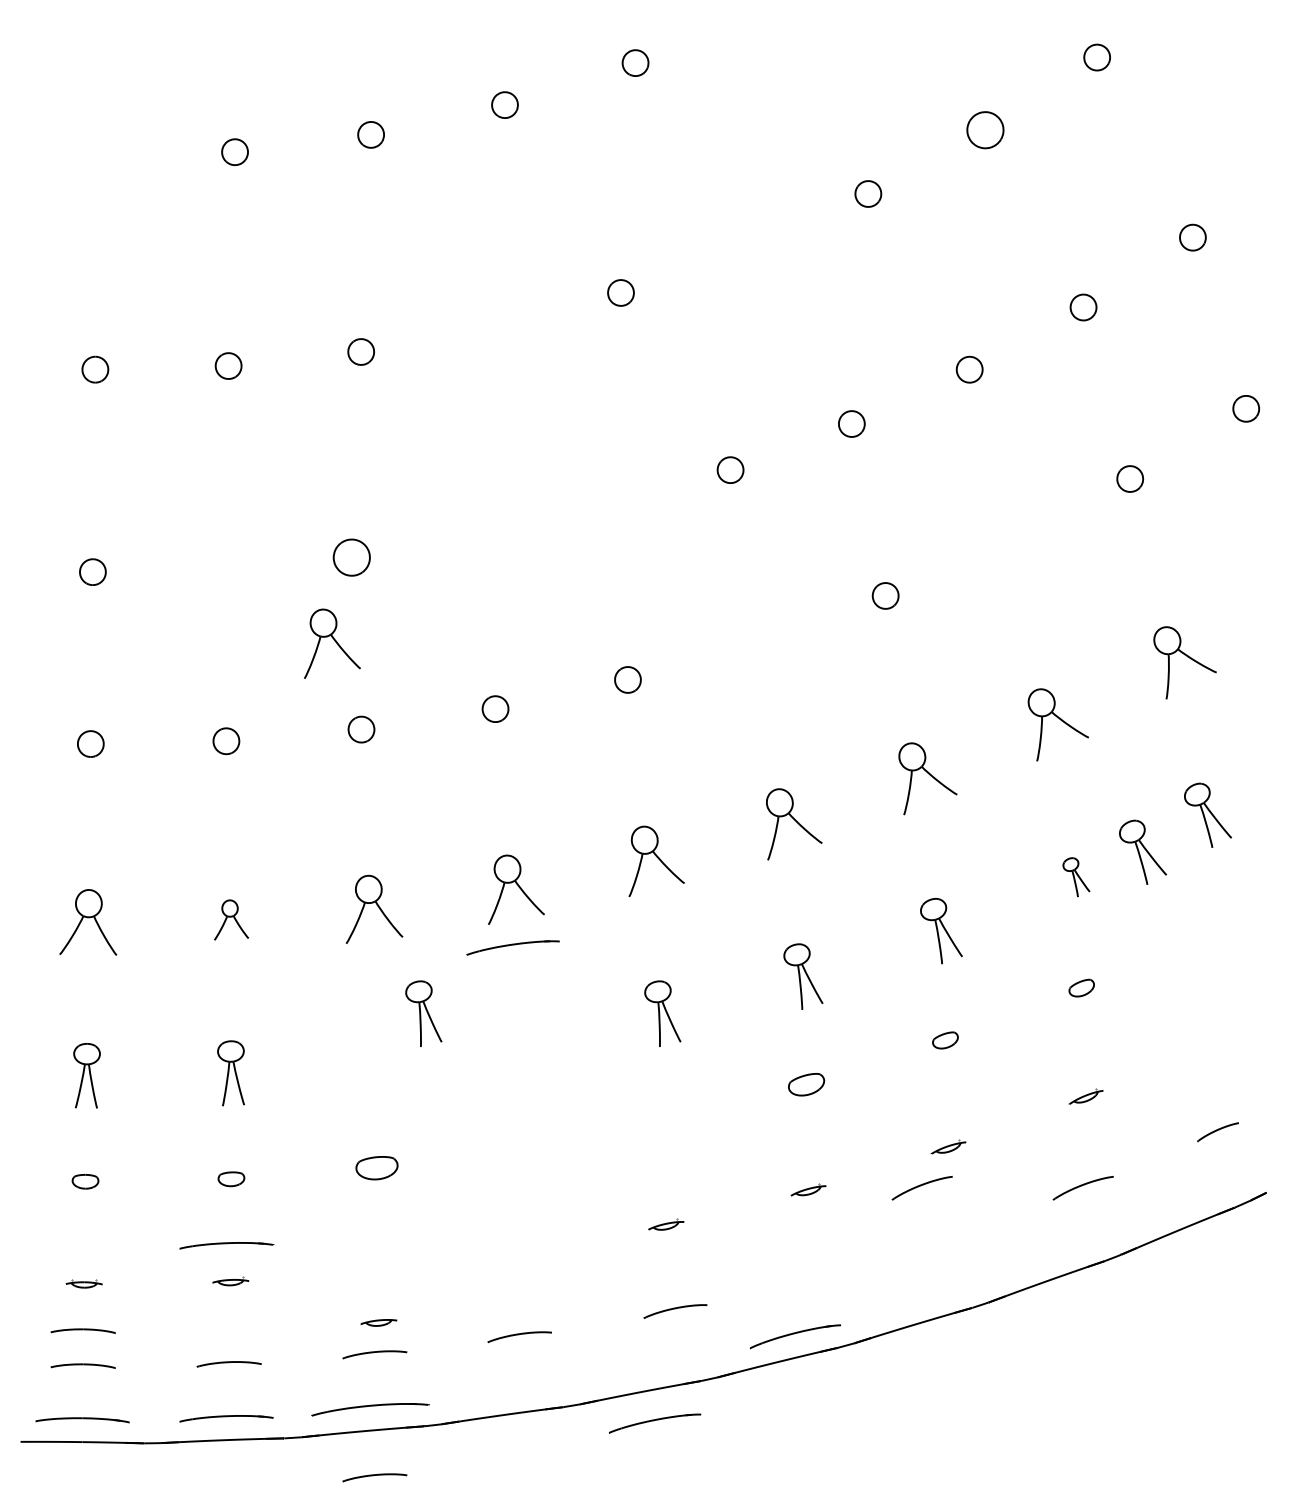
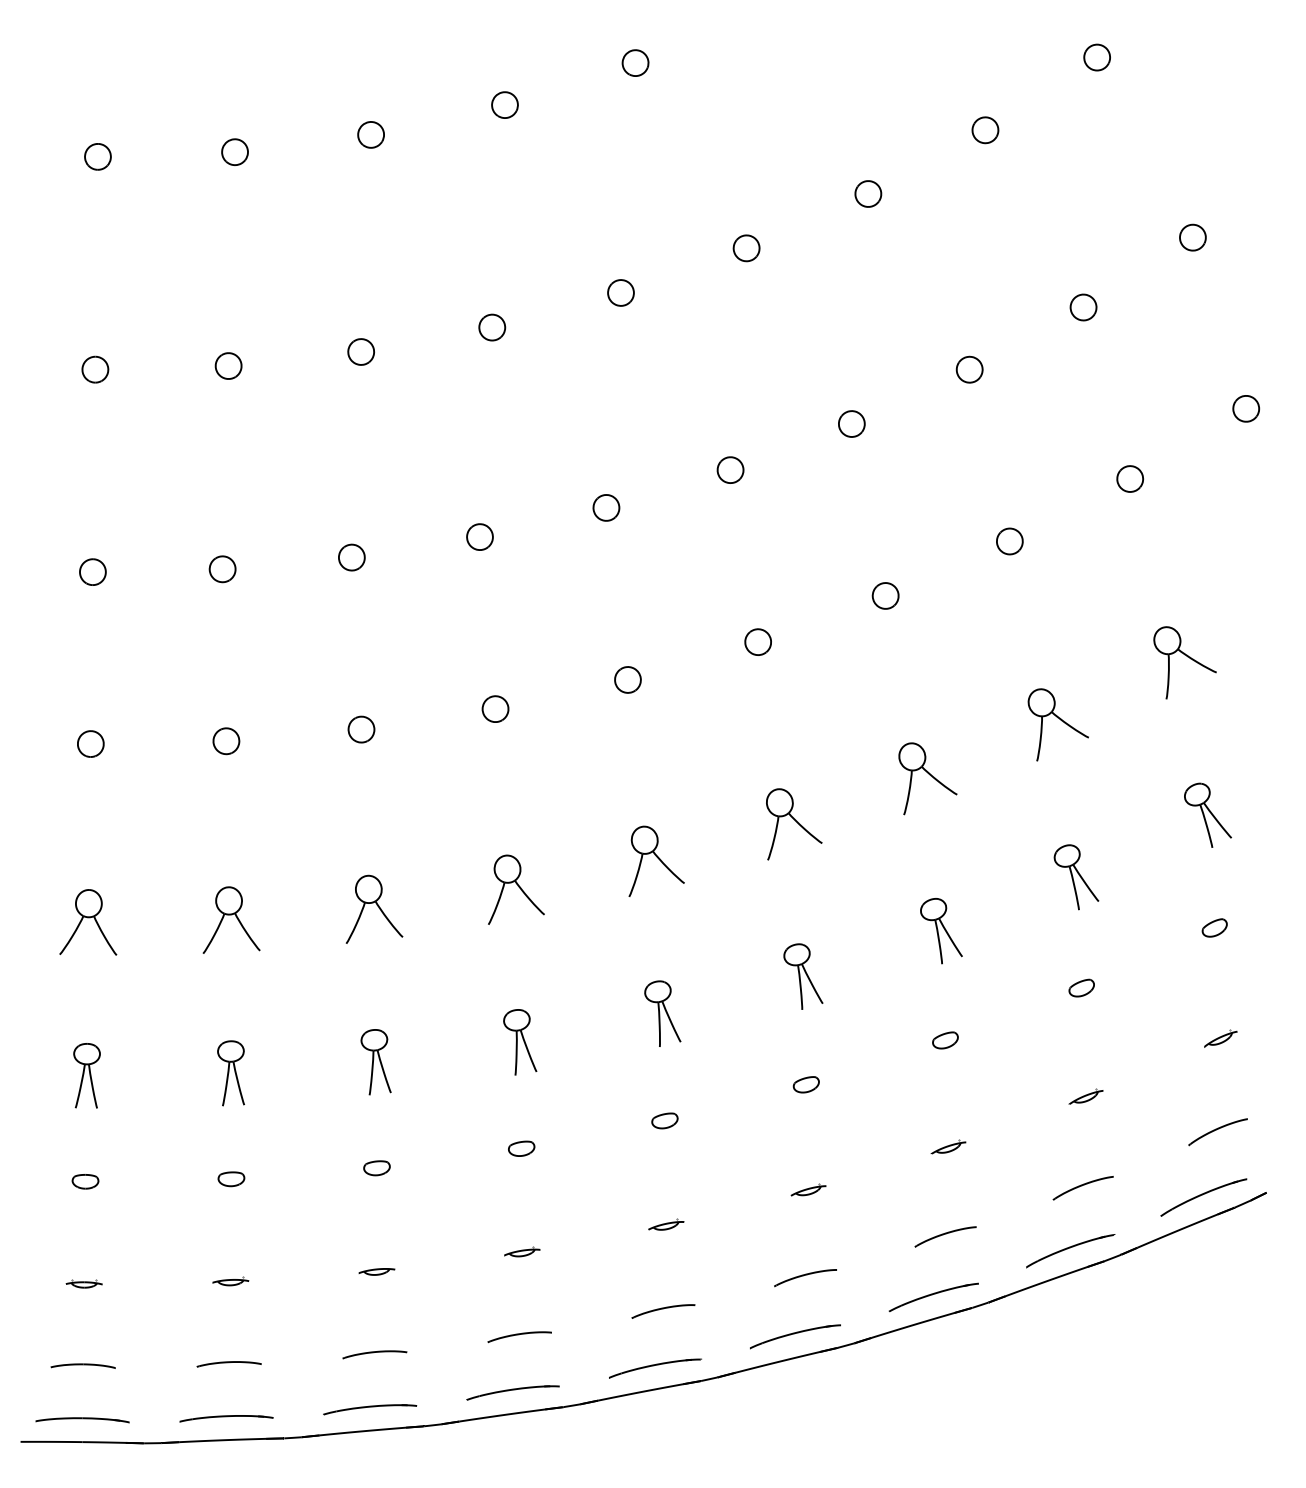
part at (985, 130) size: 39x39 px -> 29x29 px
part at (97, 156): none -> present
part at (746, 248): none -> present
part at (492, 327): none -> present
part at (606, 507): none -> present
part at (479, 536): none -> present
part at (1009, 541): none -> present
part at (351, 557) size: 39x39 px -> 28x29 px
part at (222, 569): none -> present
part at (757, 641): none -> present
part at (332, 643): present -> none
part at (1142, 851): present -> none
part at (1076, 877) size: 29x41 px -> 47x67 px
part at (231, 919) size: 36x42 px -> 59x68 px
part at (1214, 927): none -> present
part at (512, 947) position: (512, 947) -> (512, 1392)
part at (423, 1013): present -> none
part at (1220, 1038): none -> present
part at (520, 1042): none -> present
part at (375, 1062): none -> present
part at (806, 1084) size: 38x24 px -> 28x18 px
part at (664, 1120): none -> present
part at (1217, 1132) size: 42x21 px -> 60x29 px
part at (521, 1148): none -> present
part at (376, 1168) size: 44x25 px -> 28x17 px
part at (921, 1188): present -> none
part at (1203, 1197): none -> present
part at (945, 1236): none -> present
part at (226, 1245): present -> none
part at (522, 1251): none -> present
part at (1070, 1251): none -> present
part at (805, 1278): none -> present
part at (933, 1297): none -> present
part at (675, 1311) position: (675, 1311) -> (663, 1311)
part at (378, 1322) position: (378, 1322) -> (376, 1271)
part at (82, 1330): present -> none
part at (370, 1409) size: 119x14 px -> 95x12 px
part at (655, 1423) position: (655, 1423) -> (655, 1368)
part at (374, 1477): present -> none
